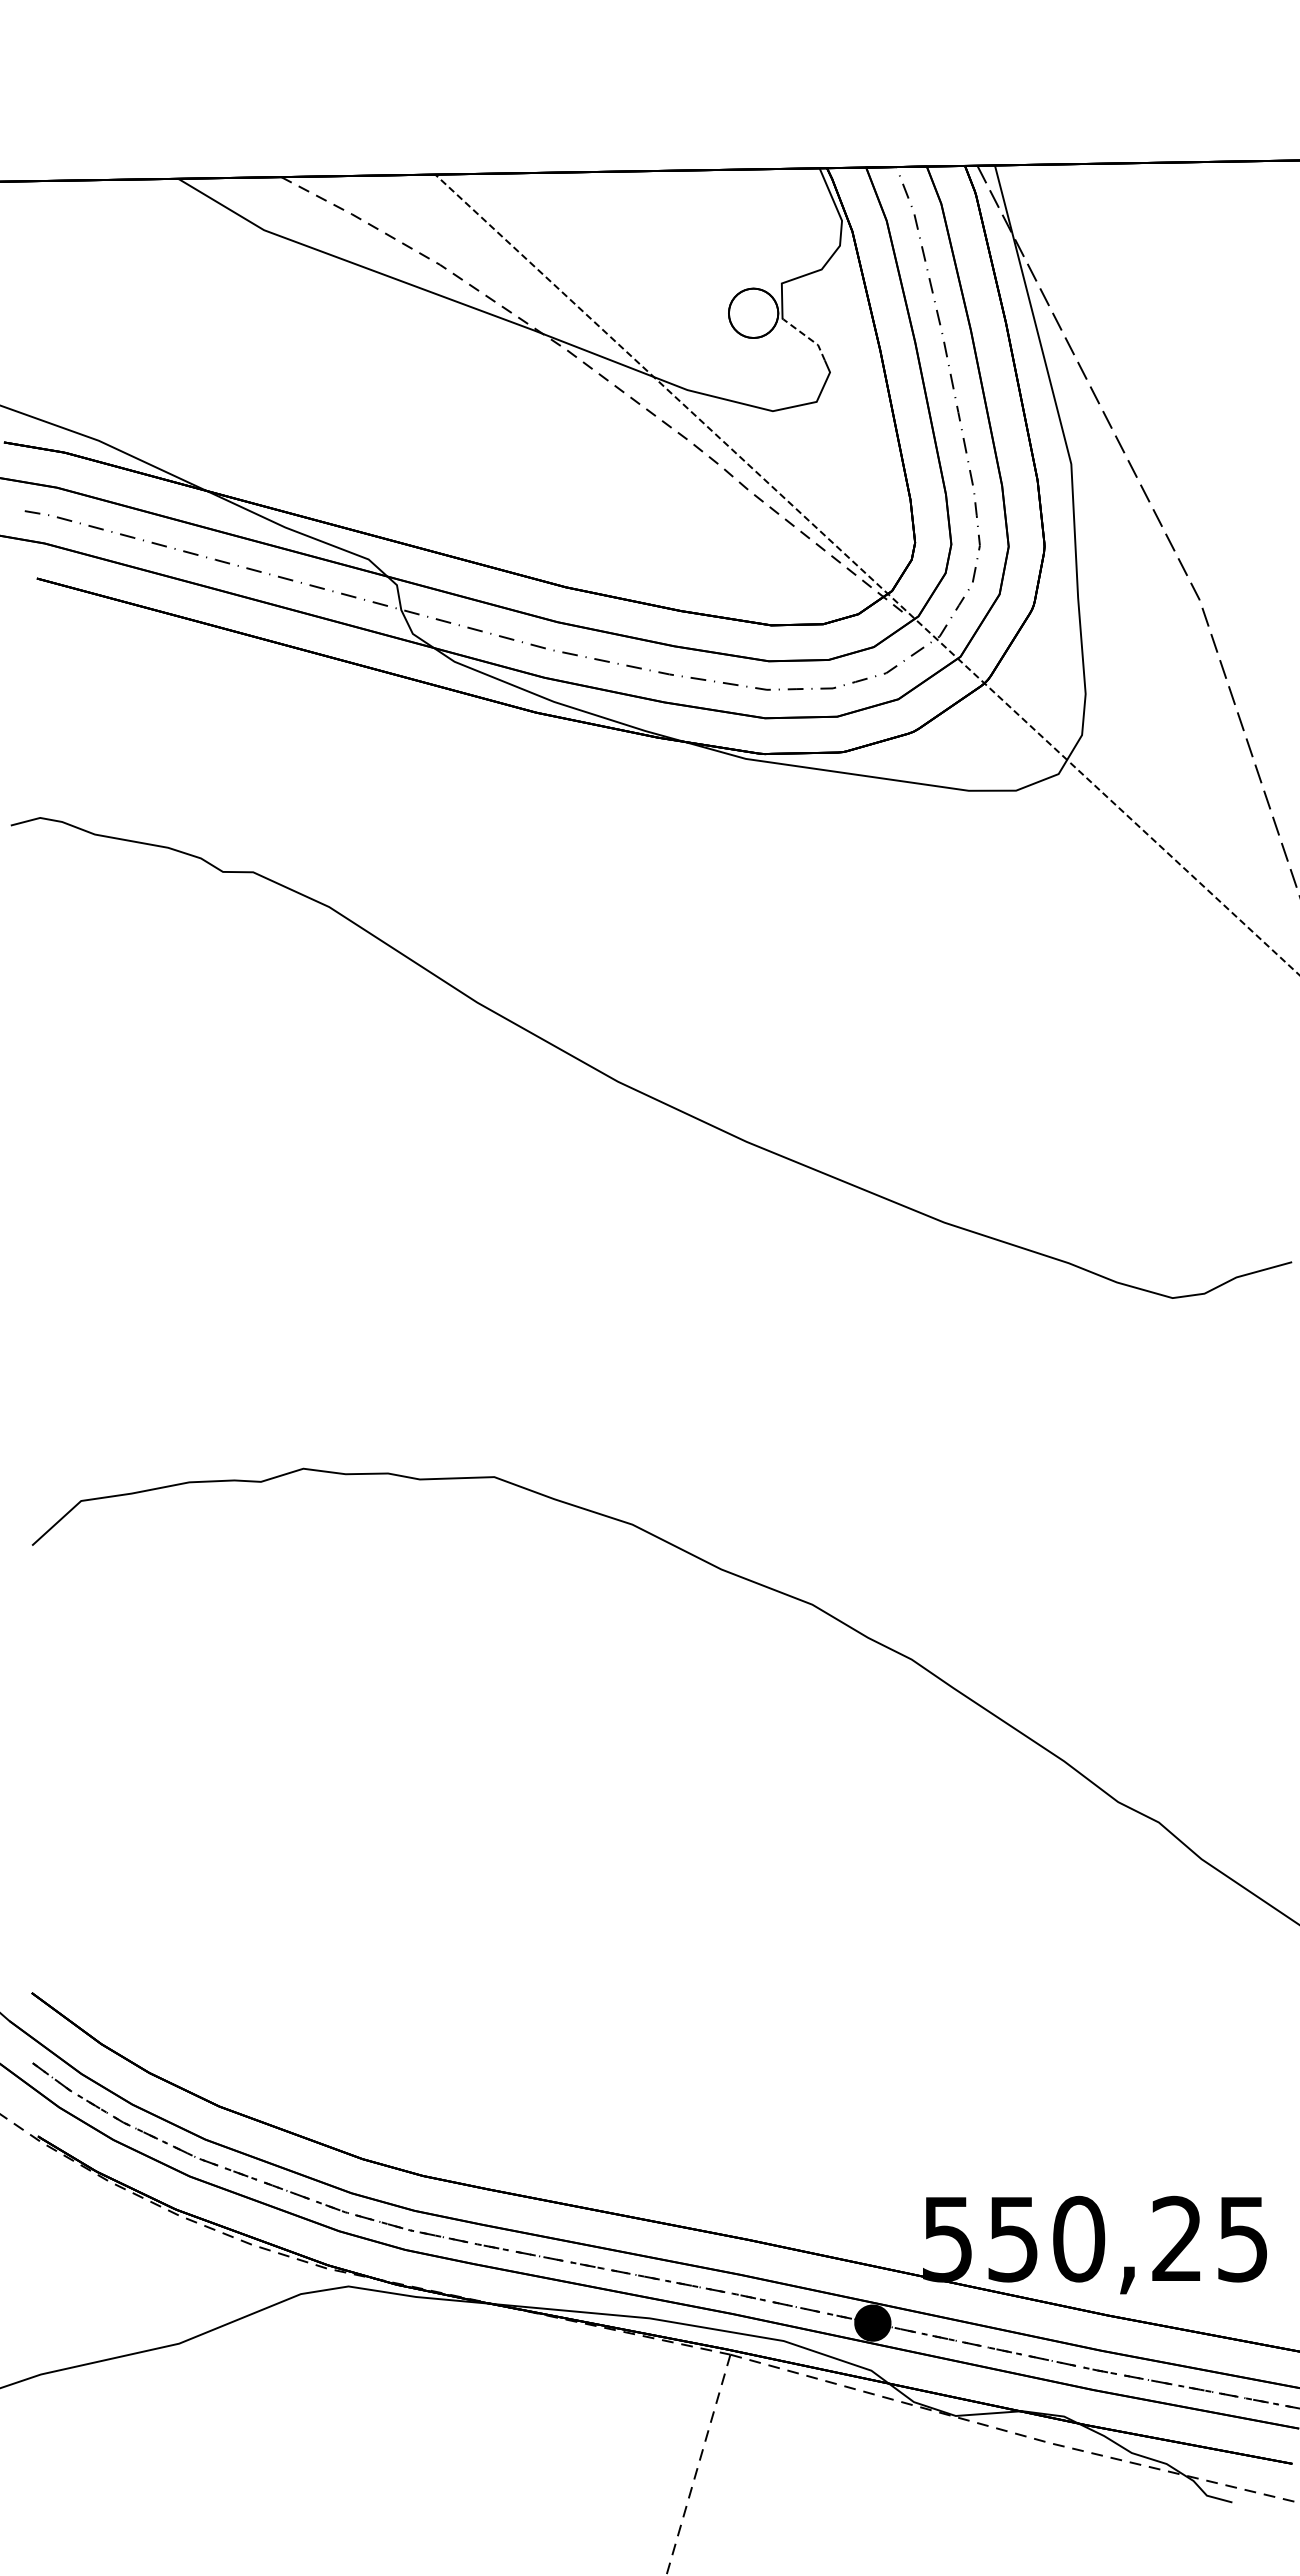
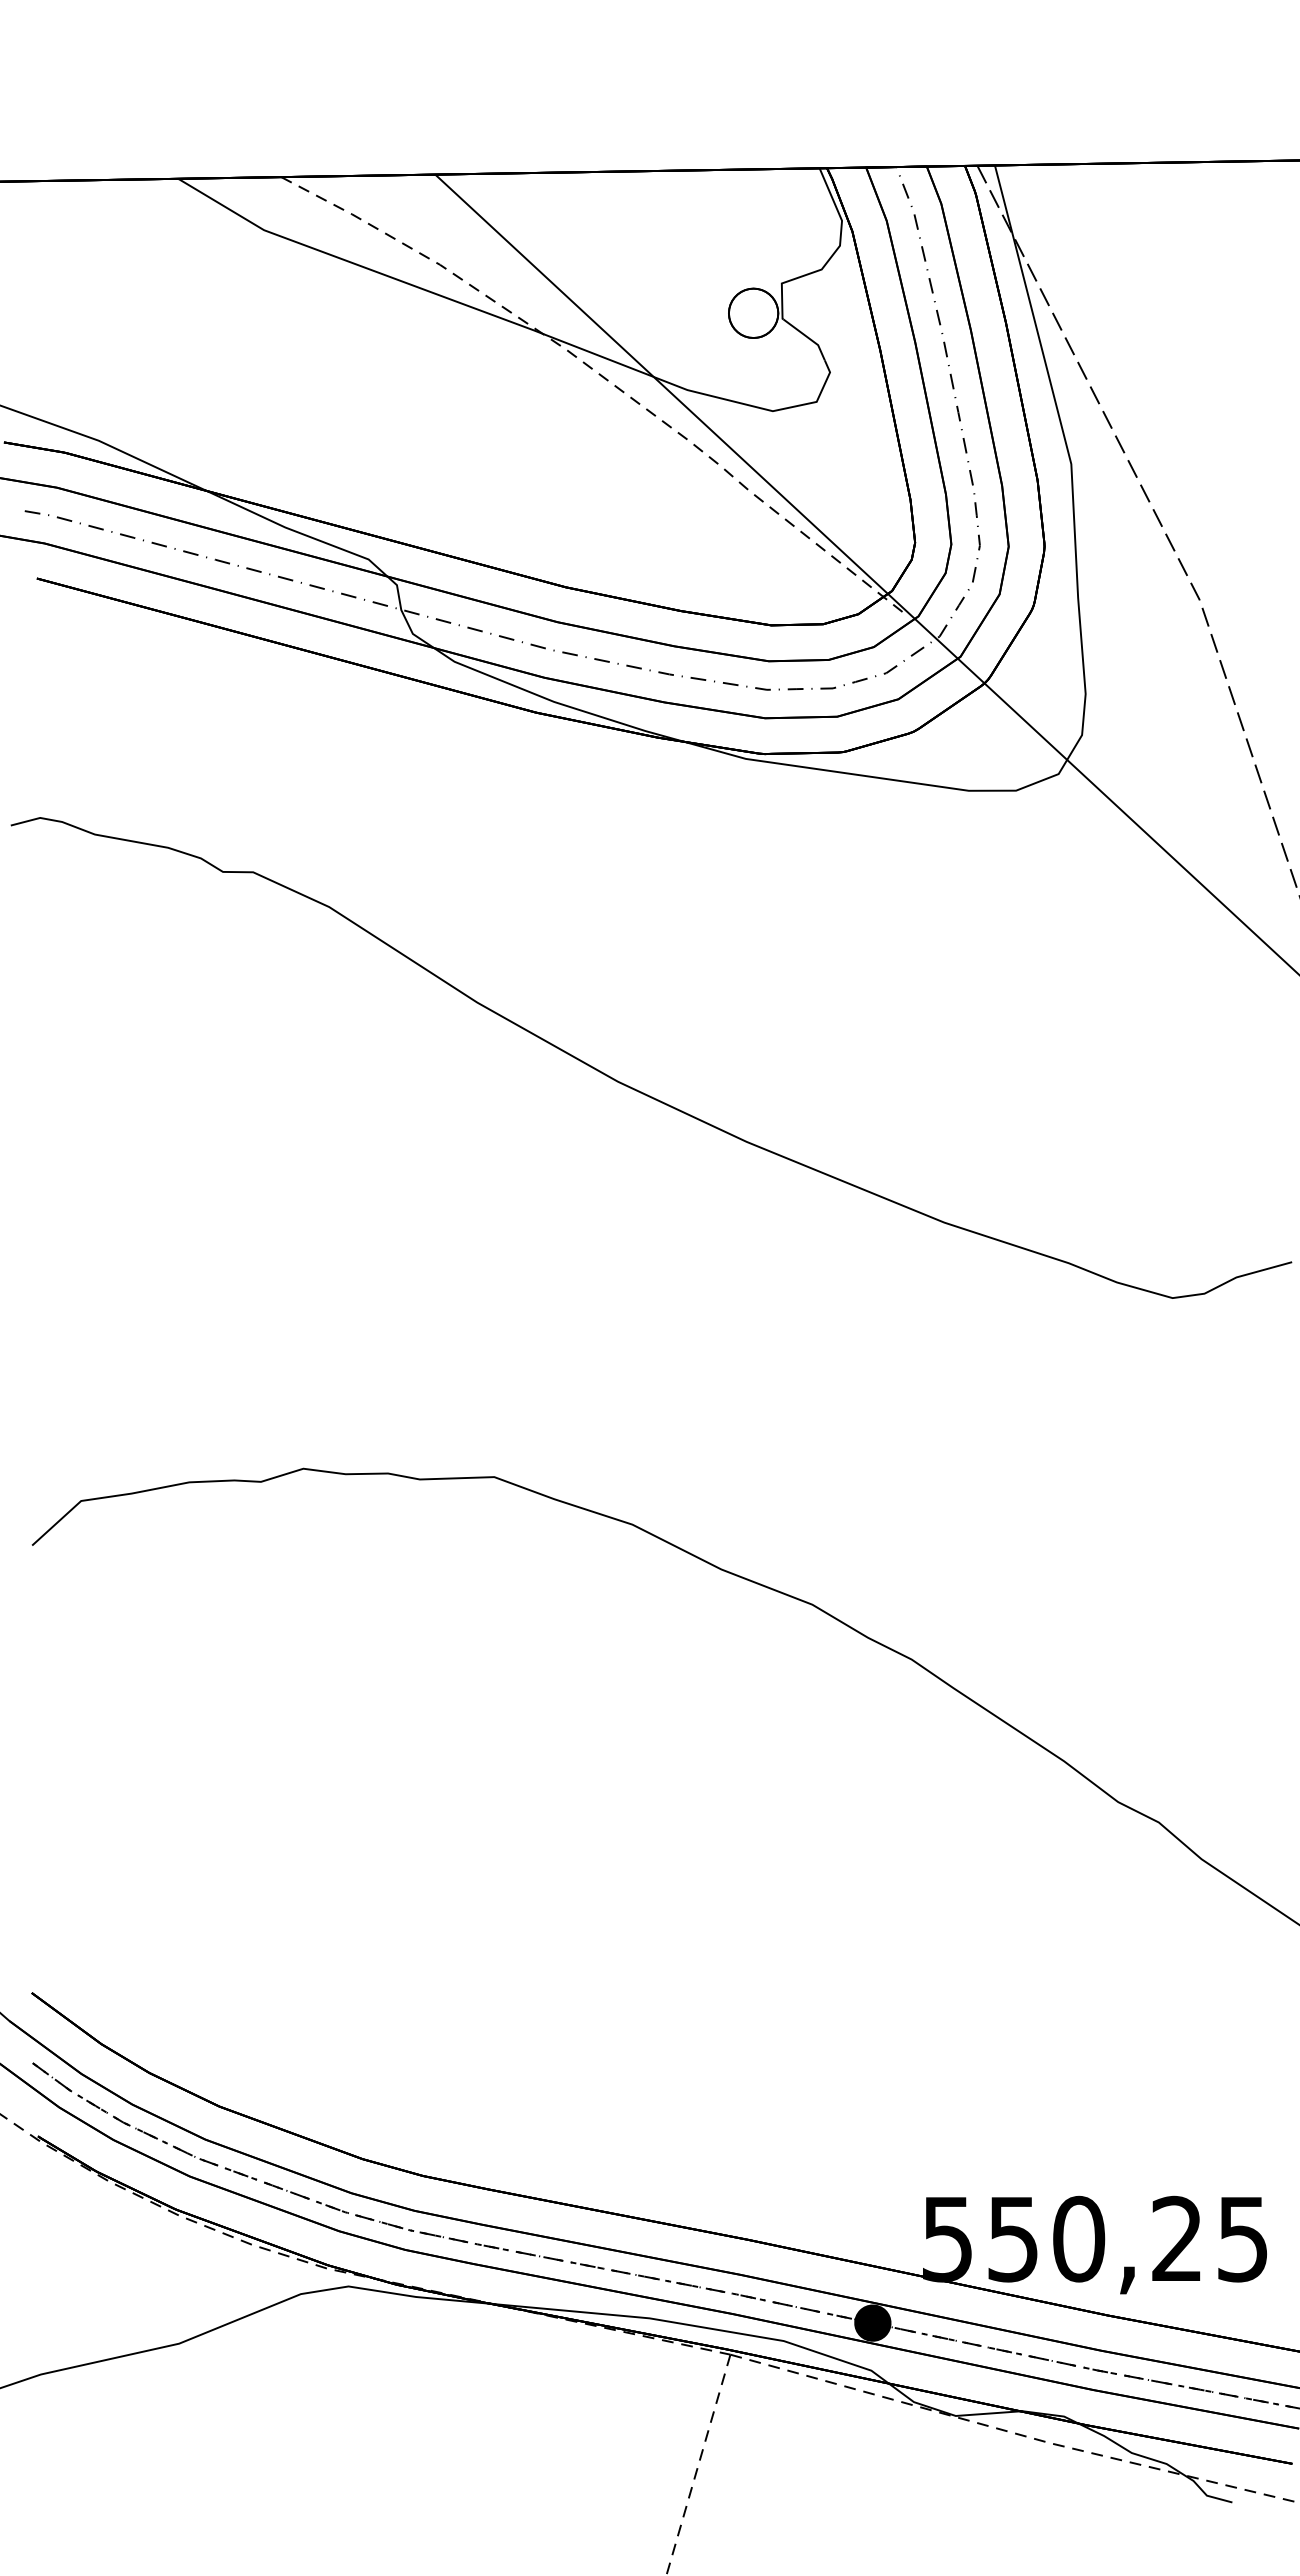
line at (807, 337): dashed -> solid
line at (867, 574): dashed -> solid
